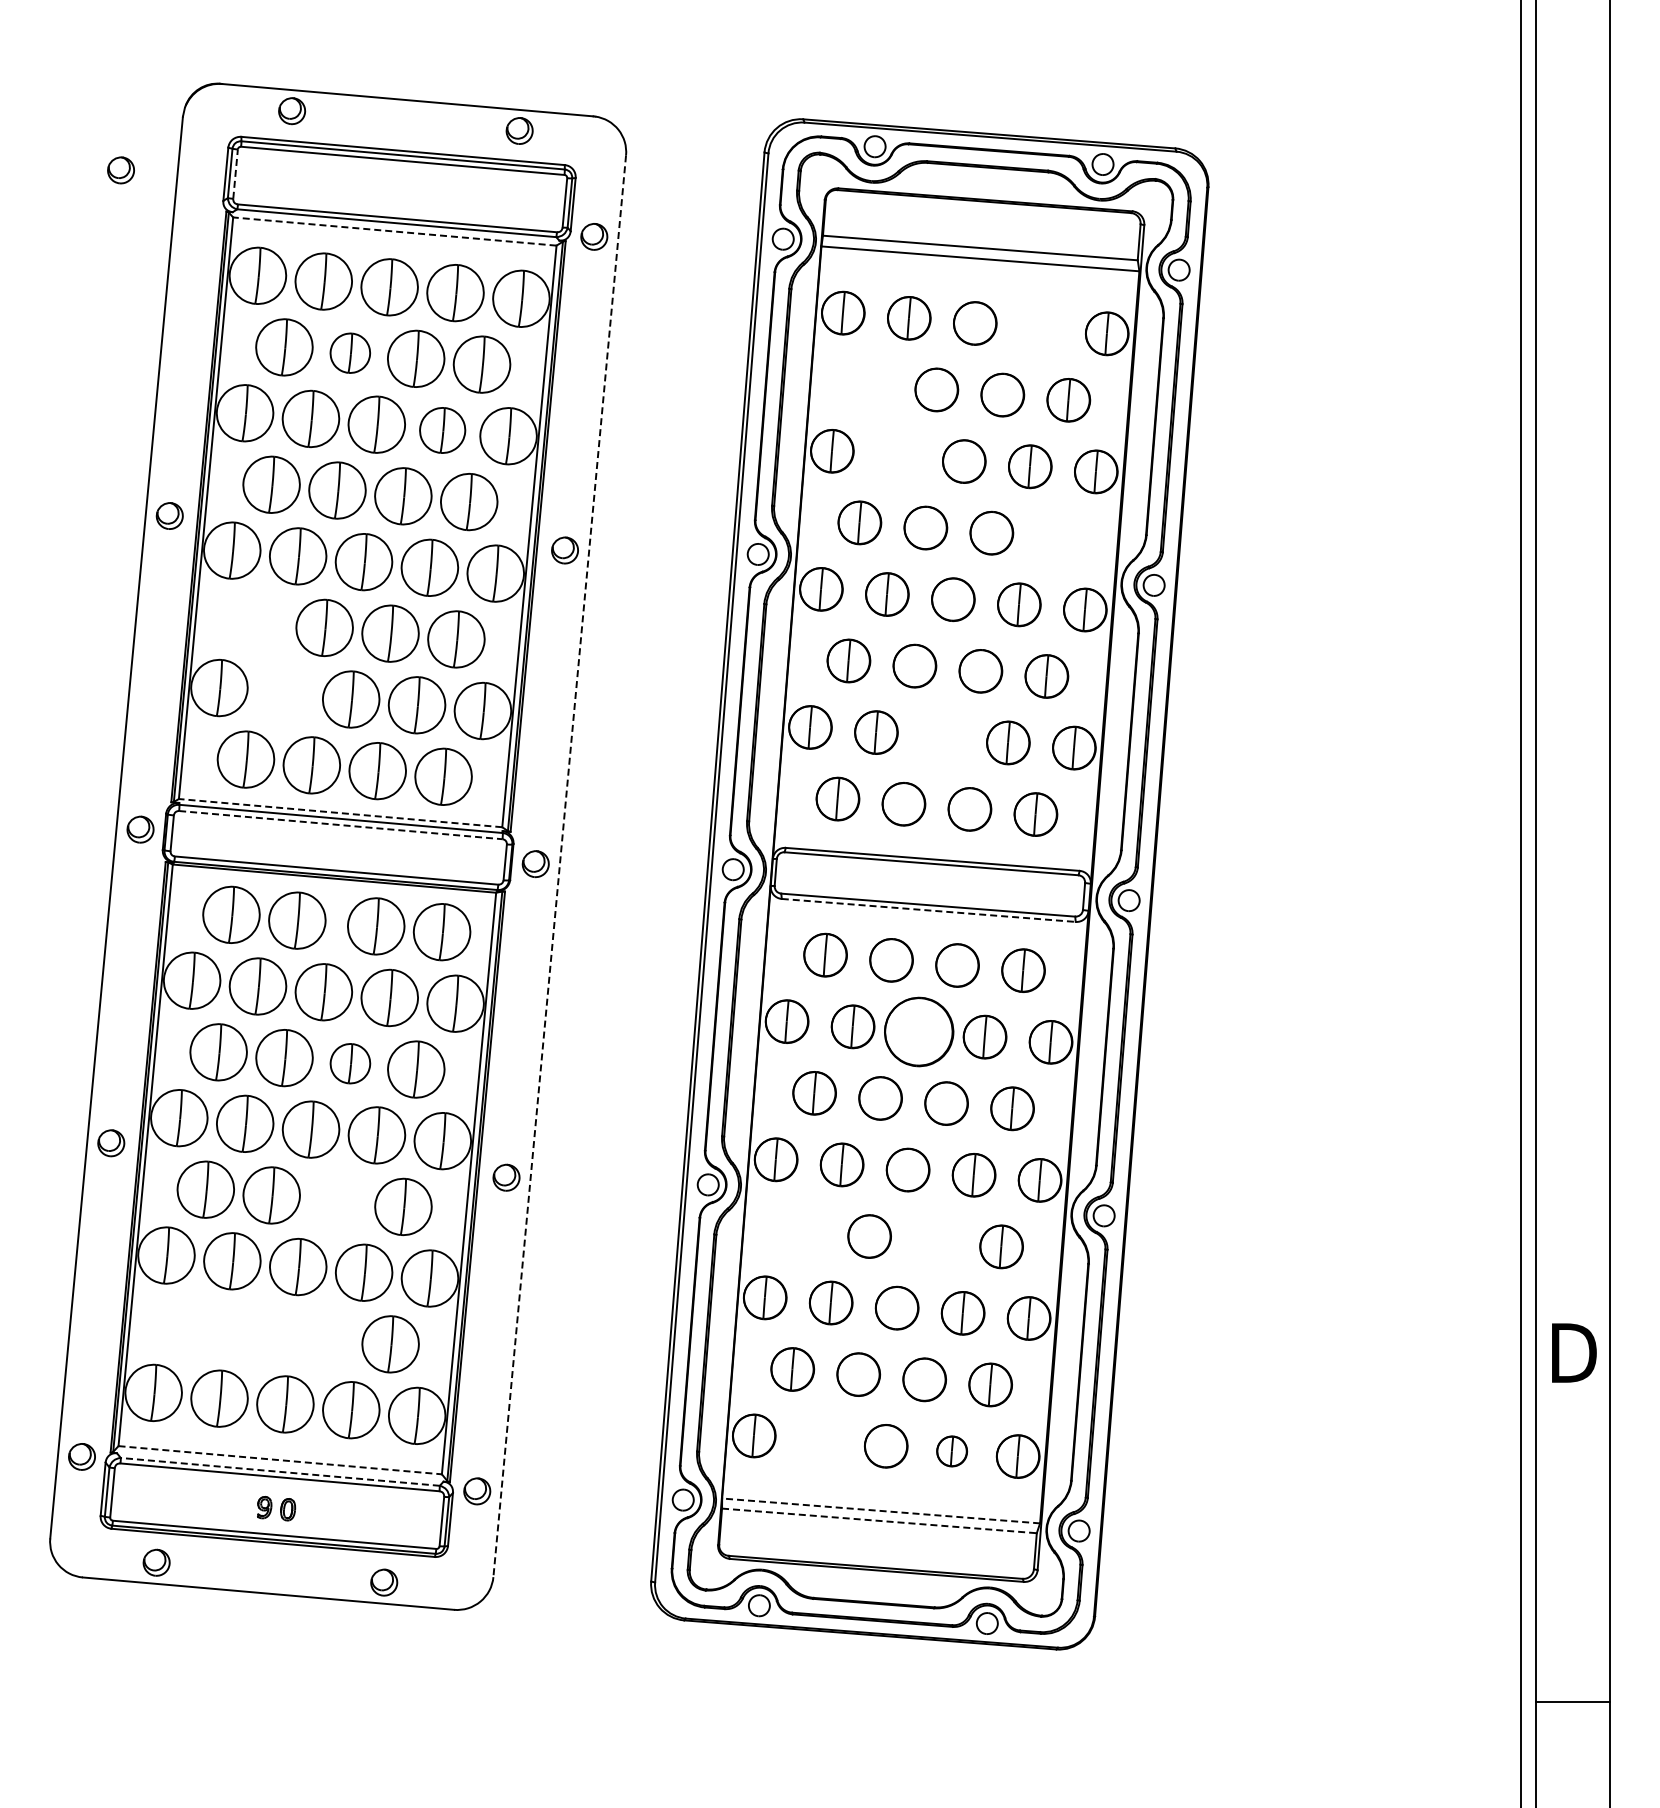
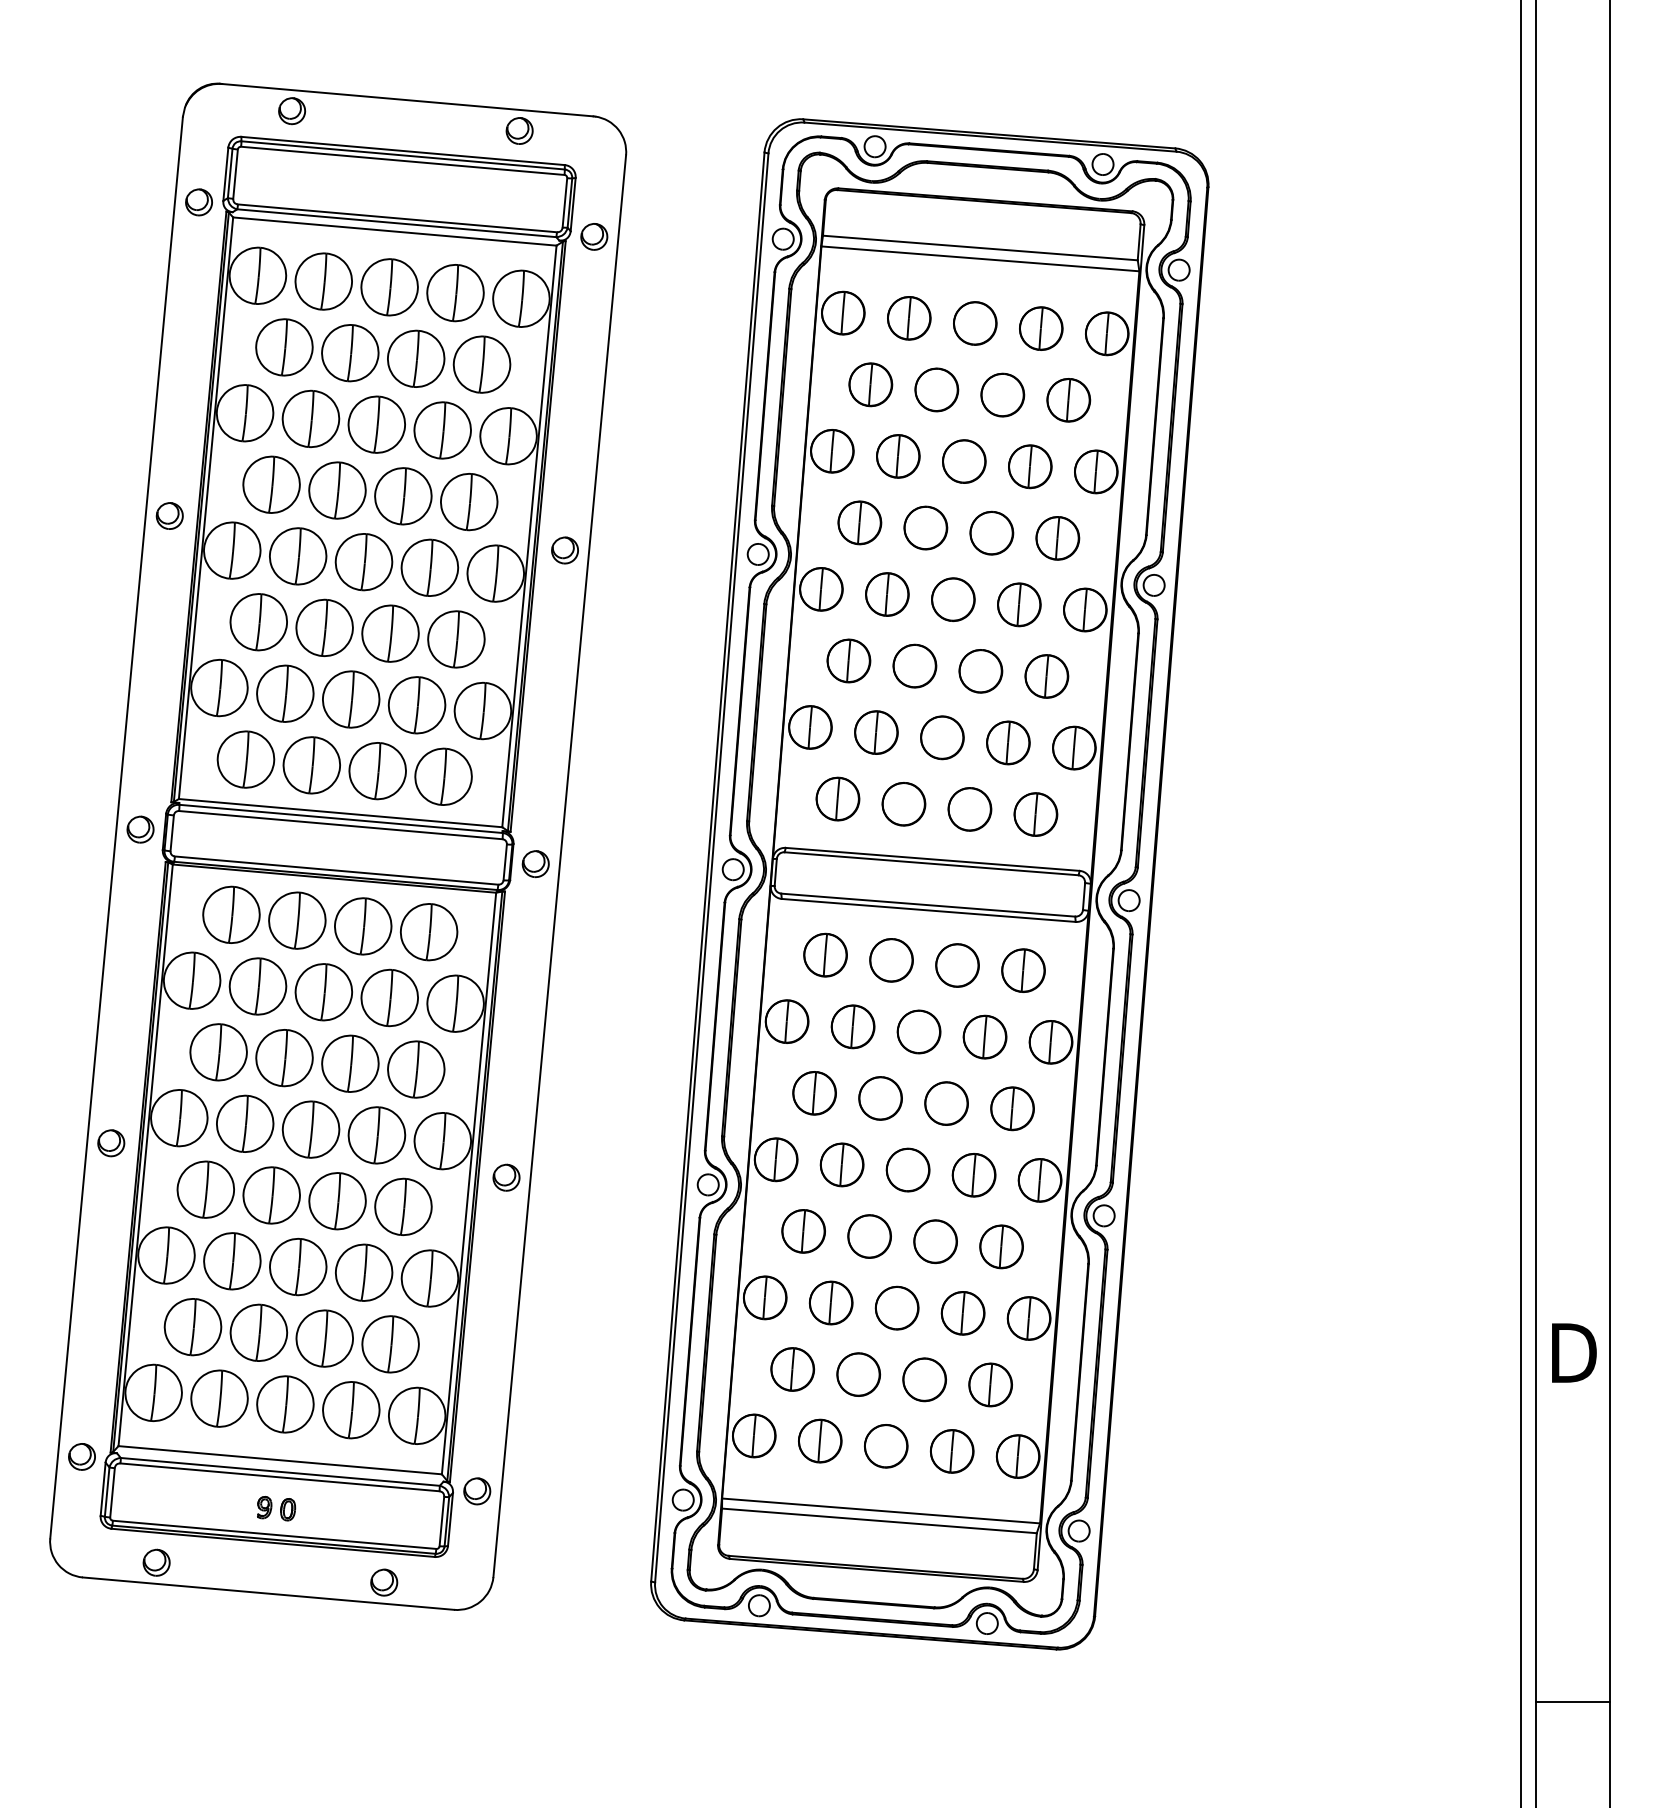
part at (120, 170) position: (120, 170) -> (198, 202)
line at (235, 174): dashed -> solid
line at (394, 231): dashed -> solid
part at (1041, 328): none -> present
part at (349, 352) size: 42x42 px -> 59x59 px
part at (870, 384): none -> present
part at (442, 430) size: 48x47 px -> 59x59 px
part at (898, 456): none -> present
part at (1057, 538): none -> present
part at (258, 622): none -> present
part at (285, 693): none -> present
part at (942, 737): none -> present
line at (340, 813): dashed -> solid
line at (341, 825): dashed -> solid
line at (559, 866): dashed -> solid
line at (929, 910): dashed -> solid
part at (409, 929) position: (409, 929) -> (396, 929)
part at (919, 1031) size: 71x72 px -> 46x46 px
part at (350, 1063) size: 43x42 px -> 59x59 px
part at (337, 1201): none -> present
part at (803, 1231): none -> present
part at (935, 1241): none -> present
part at (258, 1332): none -> present
part at (820, 1440): none -> present
part at (952, 1451) size: 33x33 px -> 46x45 px
line at (280, 1460): dashed -> solid
line at (279, 1471): dashed -> solid
line at (880, 1510): dashed -> solid
line at (879, 1520): dashed -> solid
